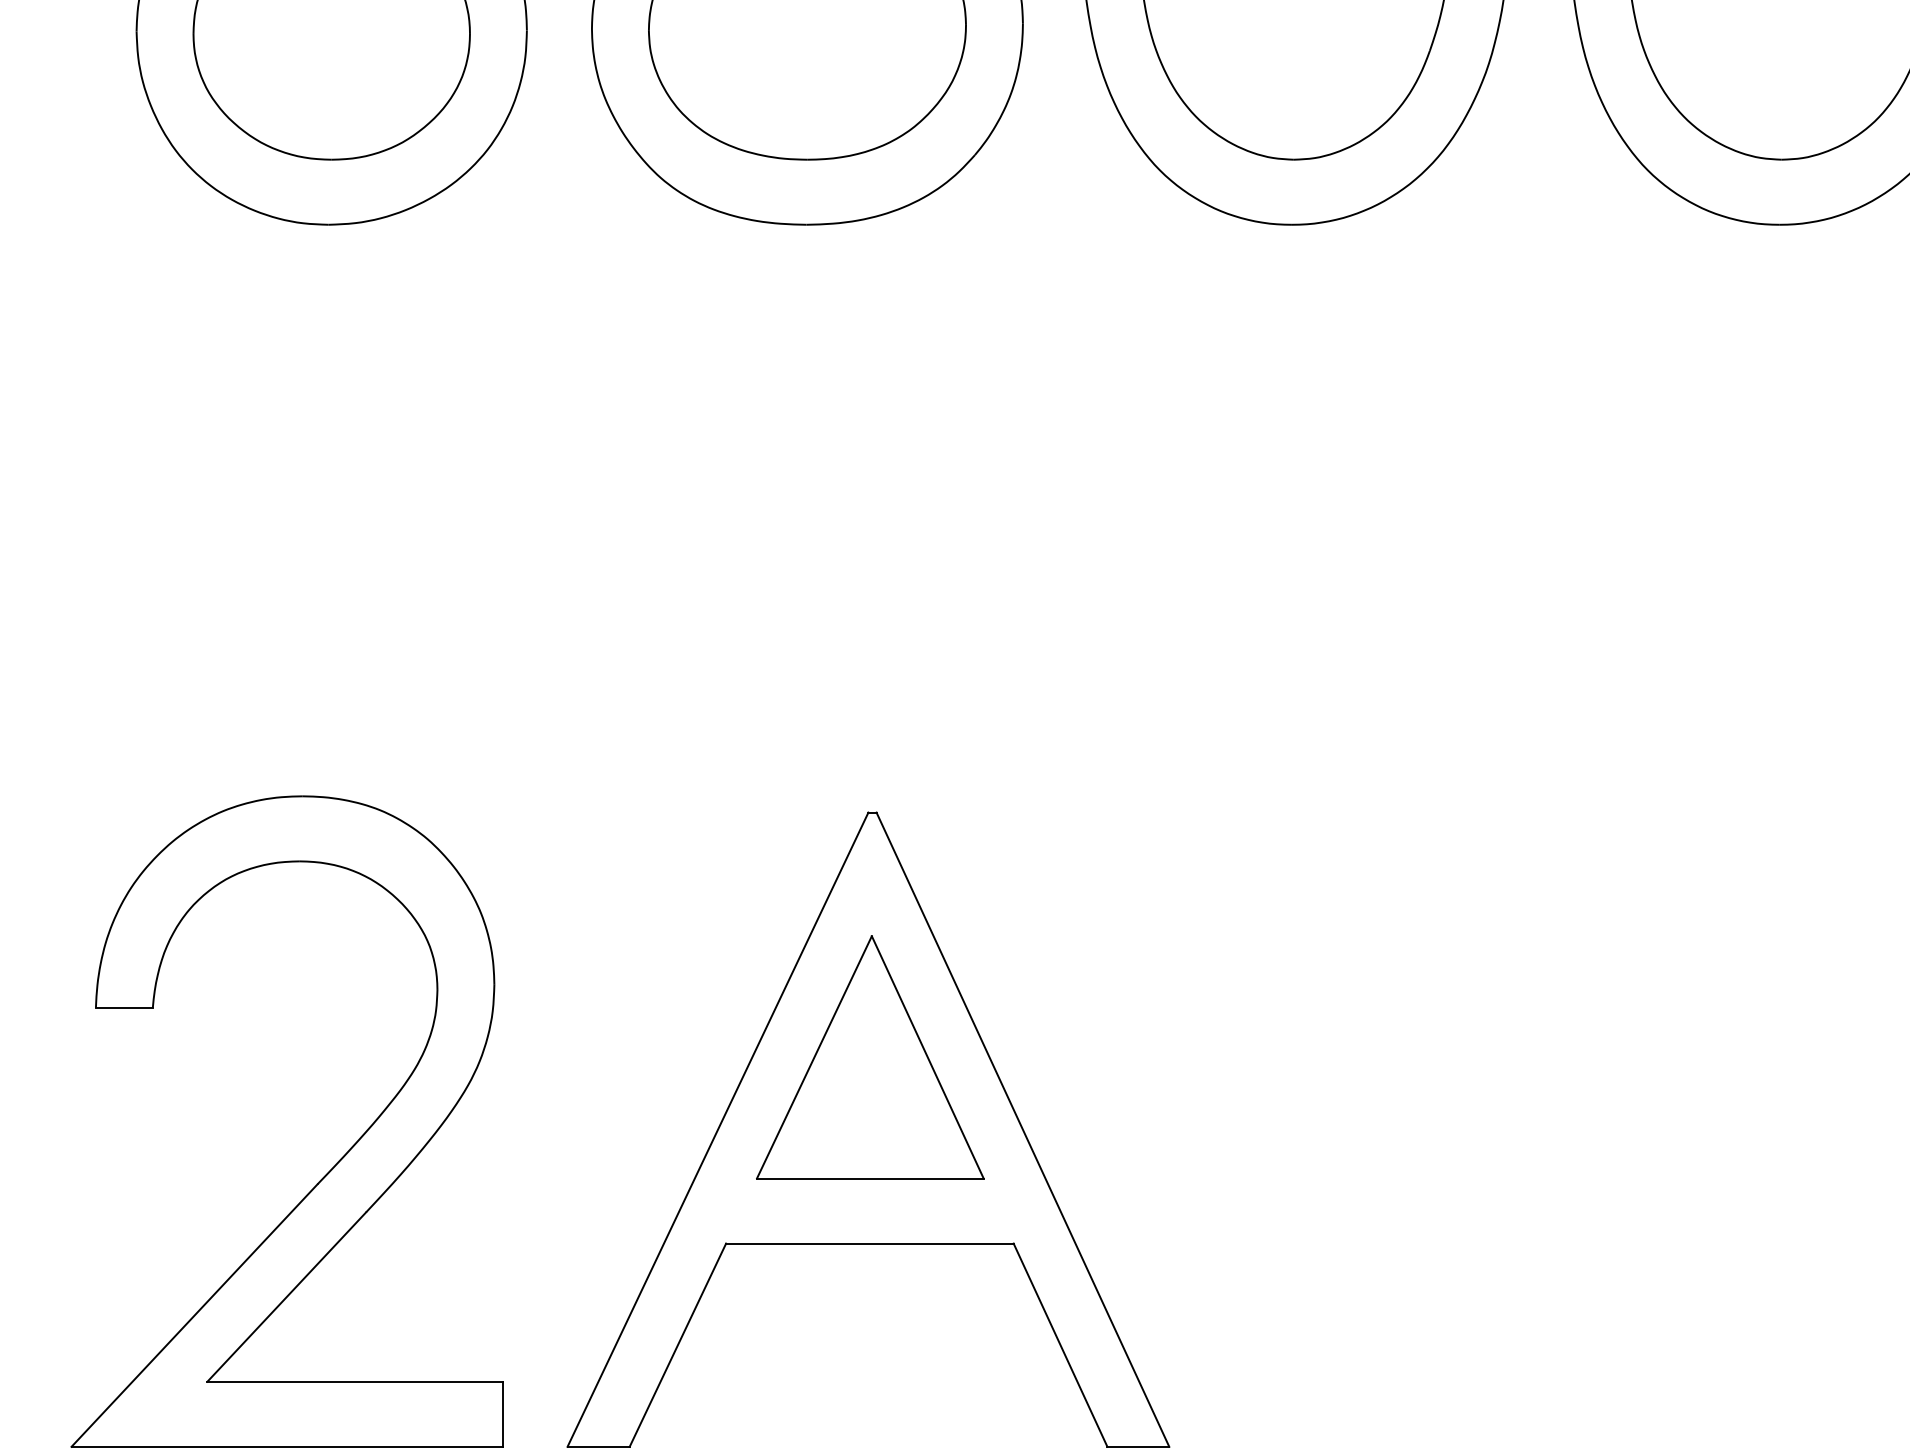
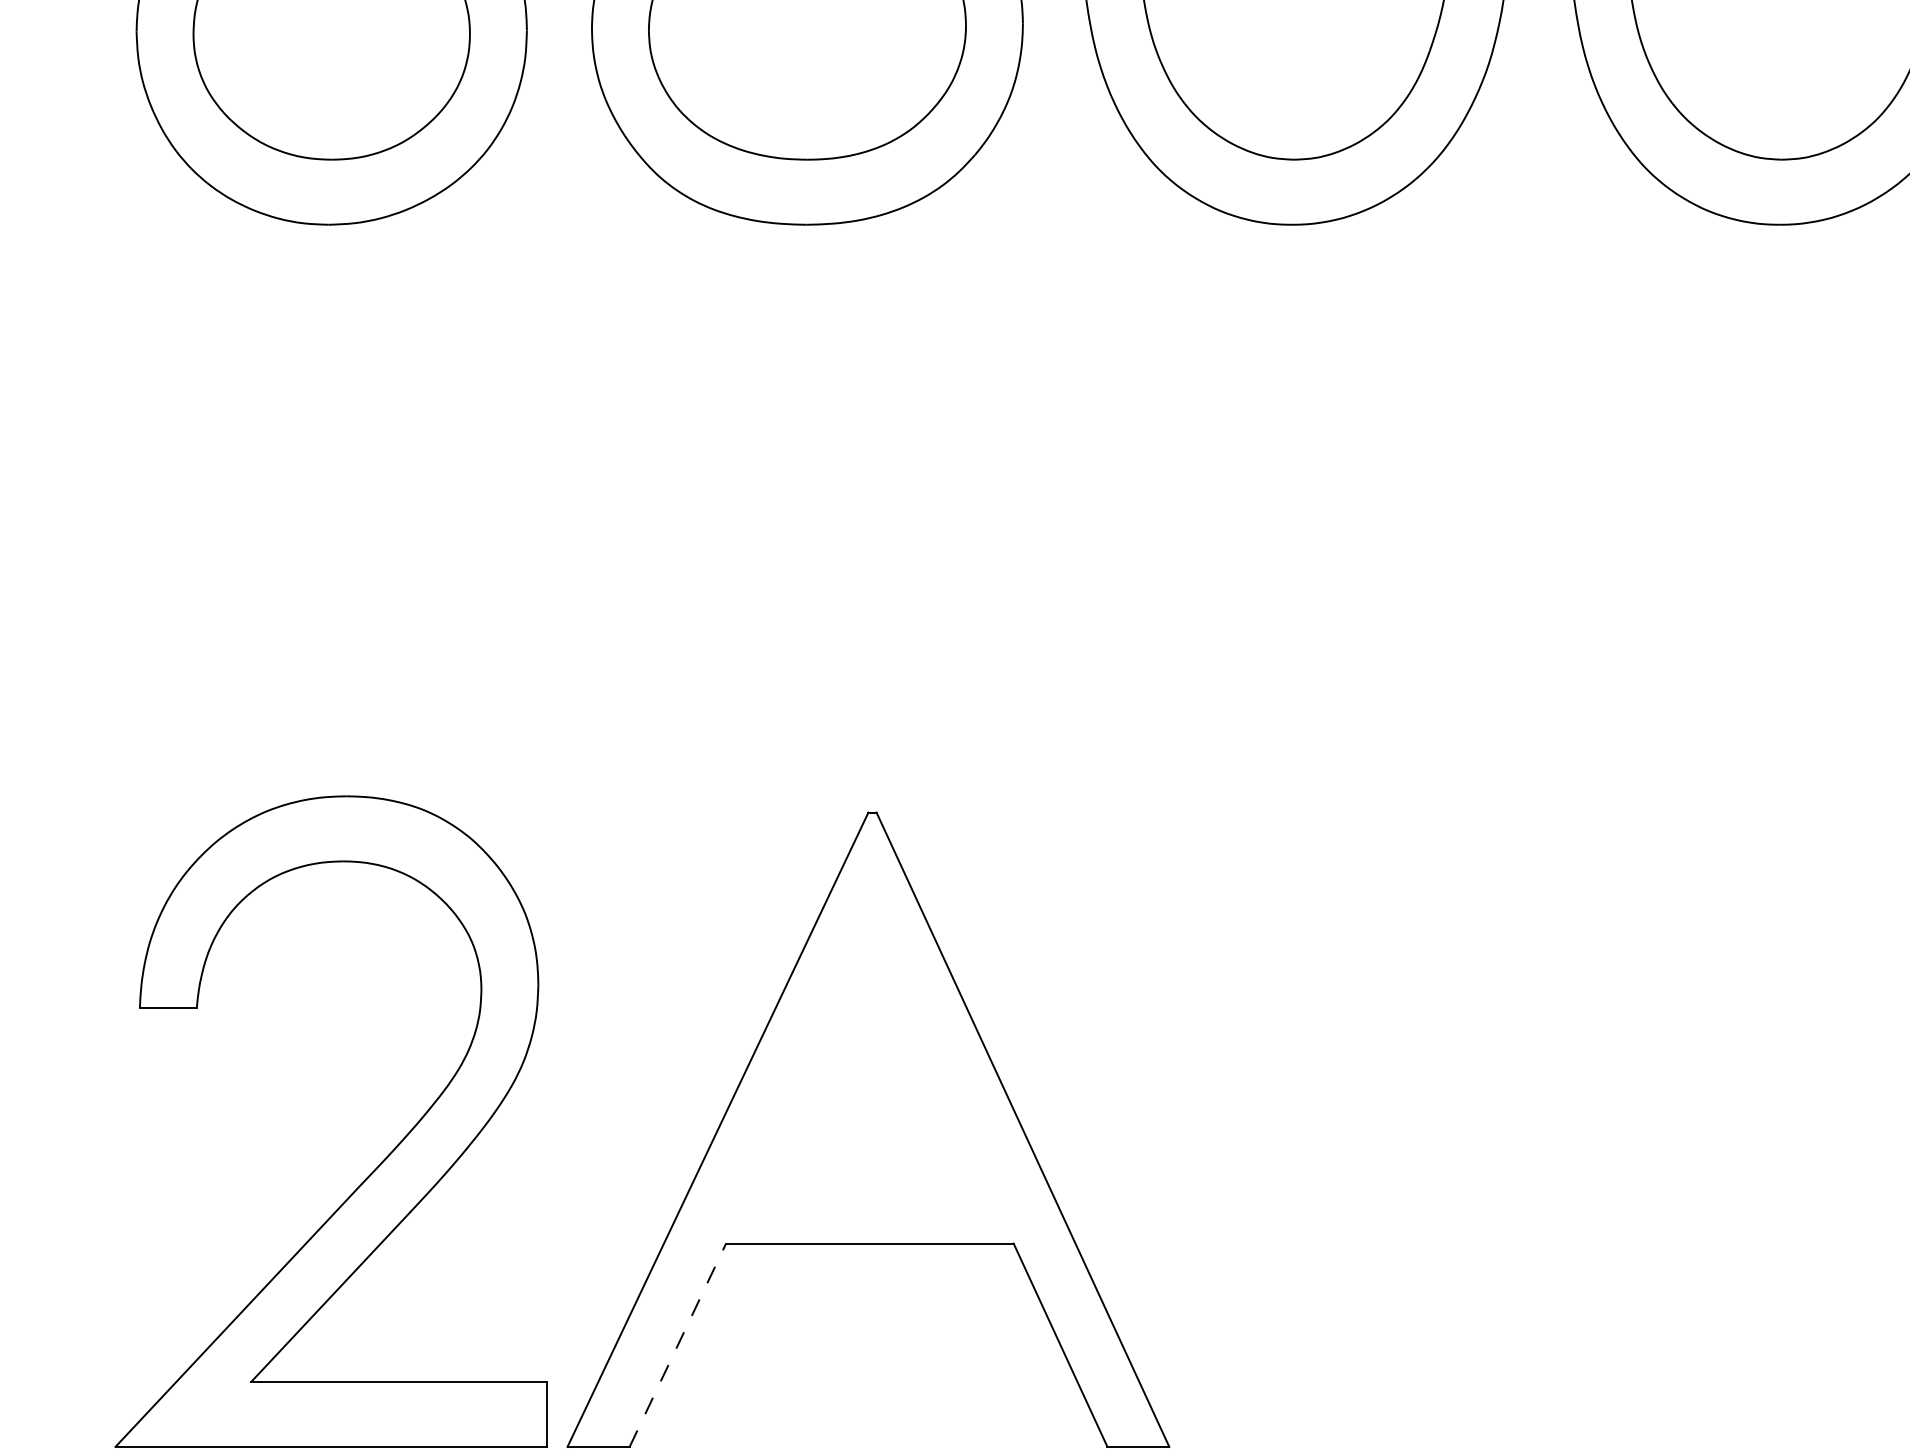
part at (870, 1057): present -> none
part at (336, 1162) position: (336, 1162) -> (380, 1162)
line at (677, 1345): solid -> dashed
